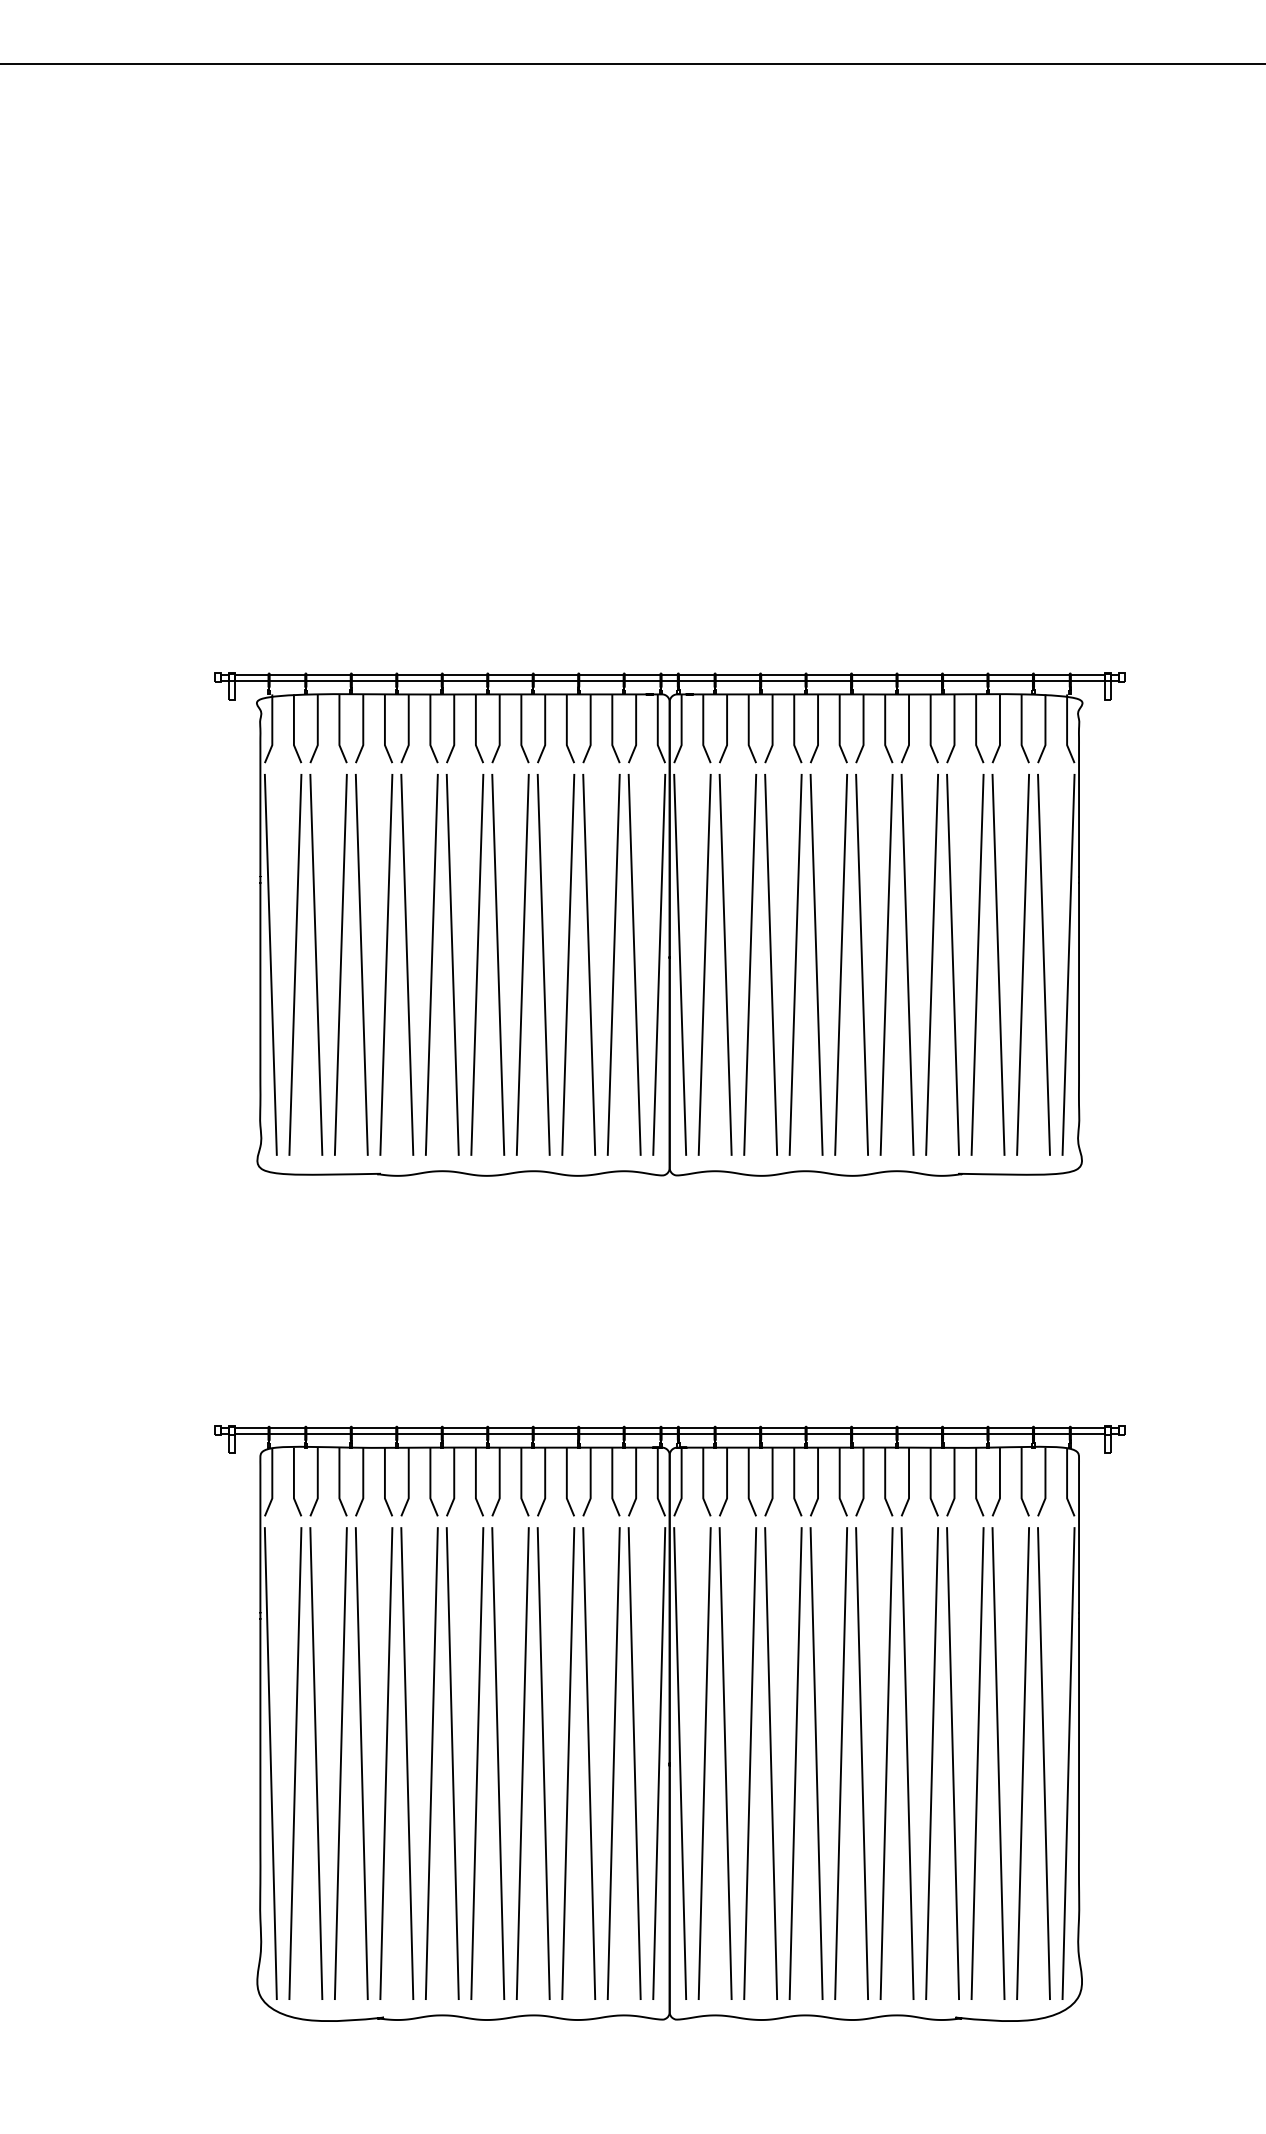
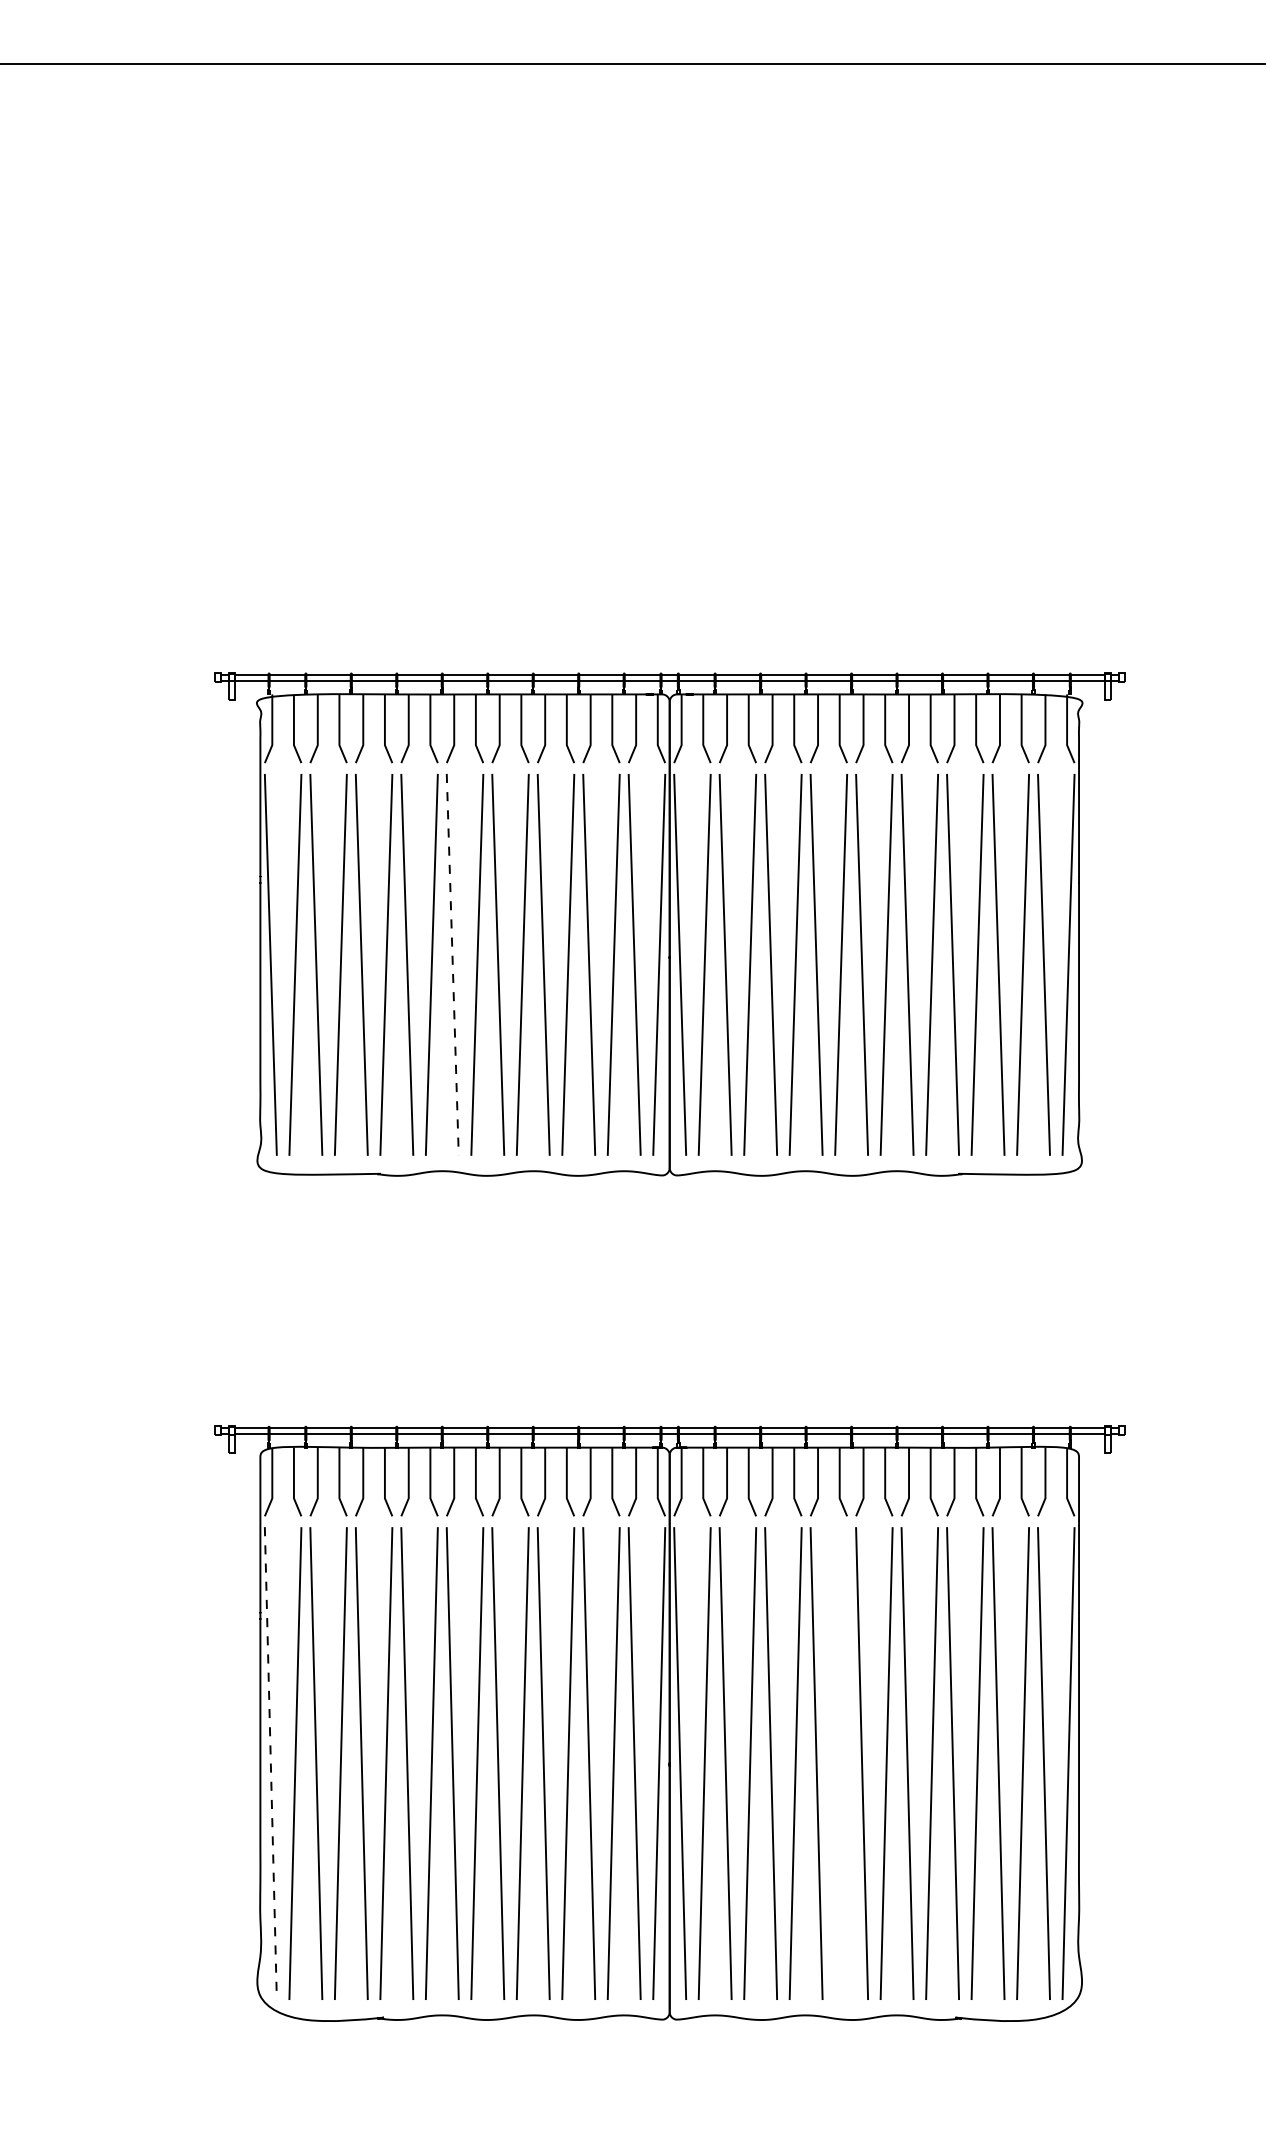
line at (452, 965): solid -> dashed
line at (270, 1763): solid -> dashed
line at (840, 1763): present -> none
